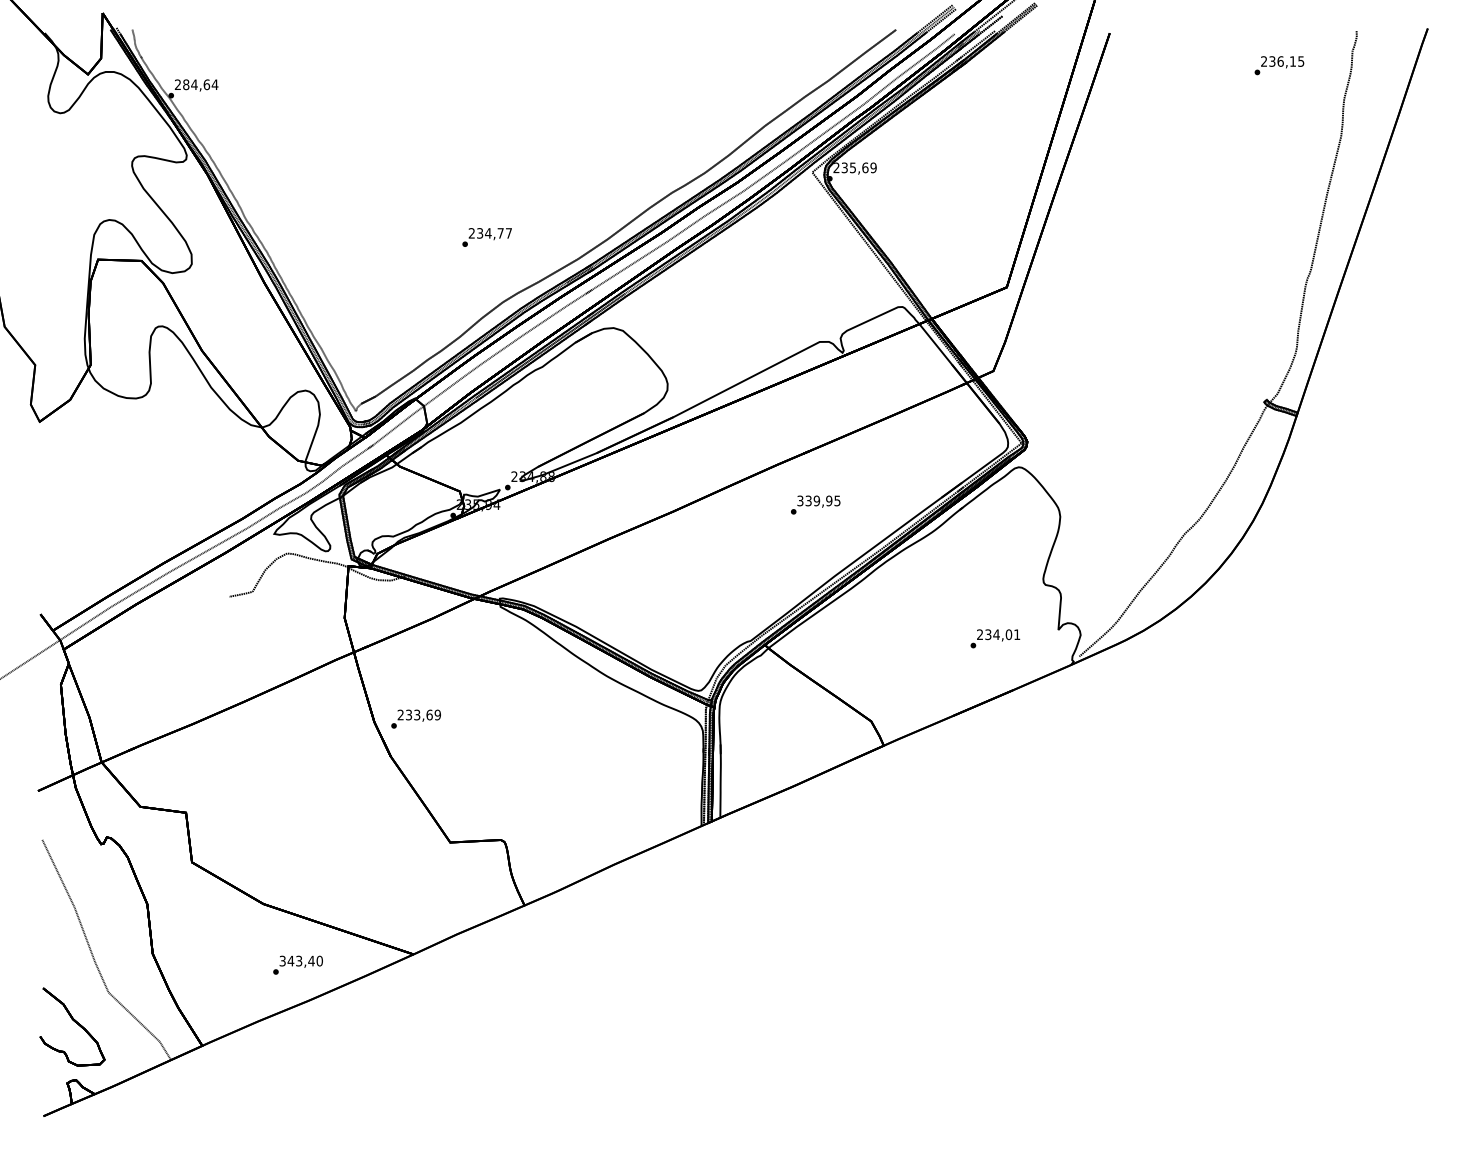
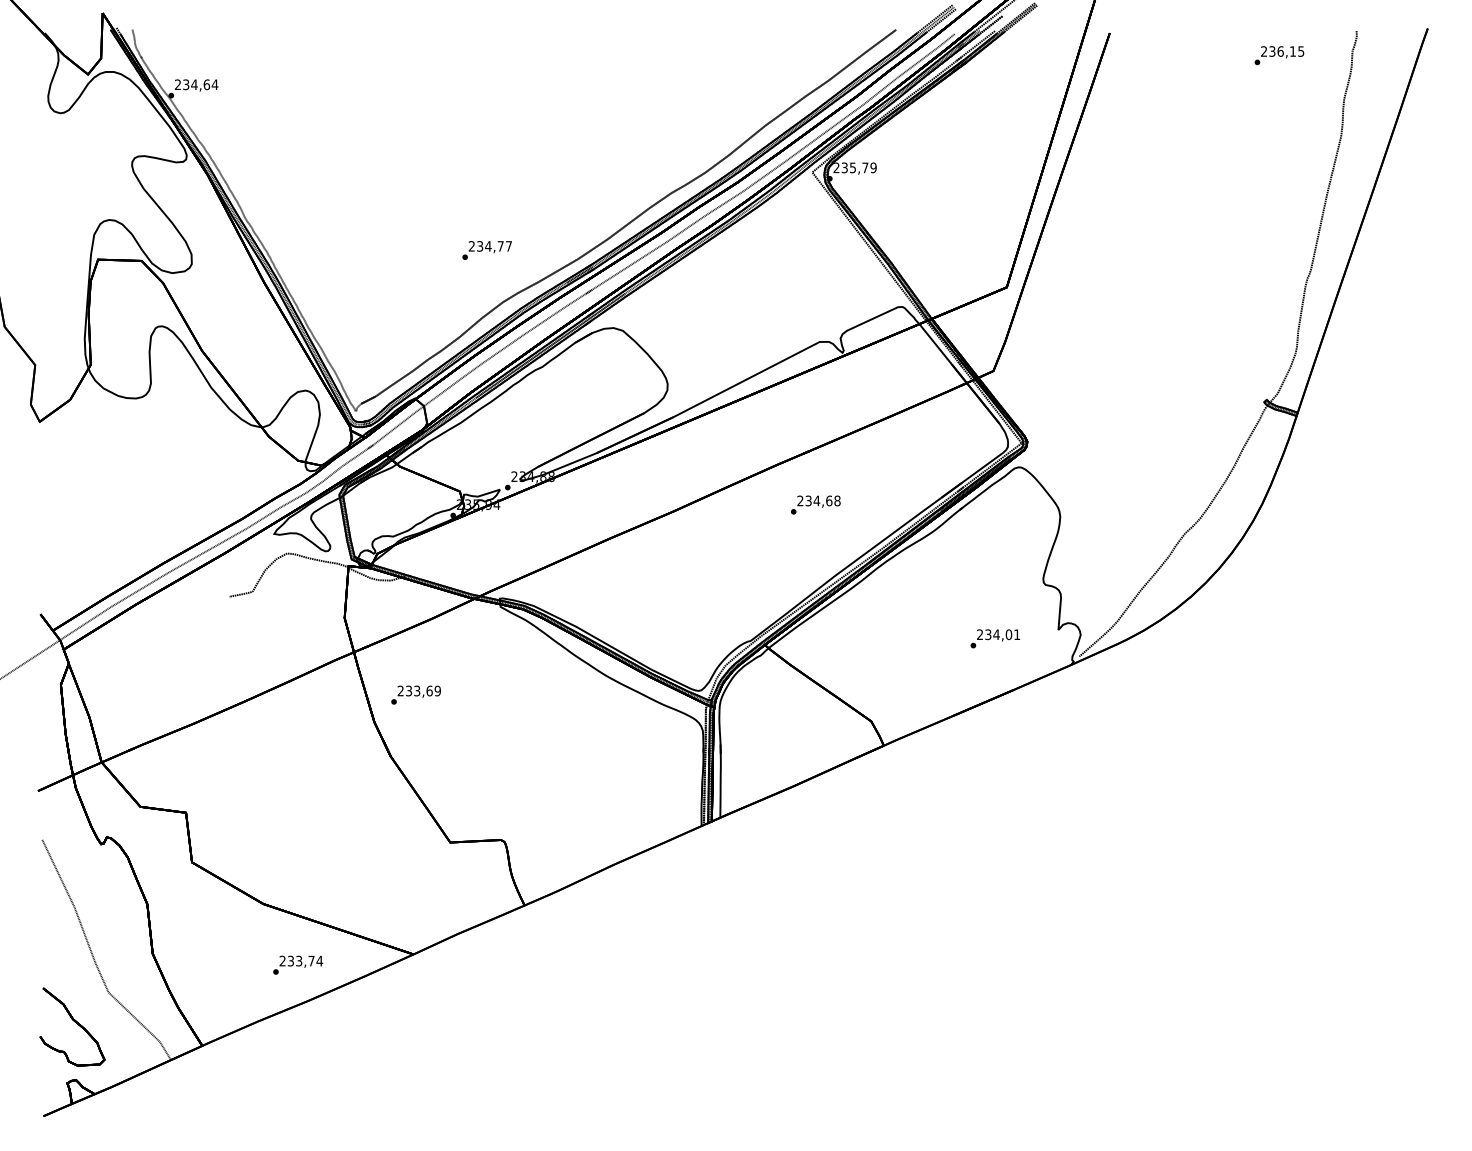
text at (1279, 65) position: (1279, 65) -> (1279, 55)
text at (186, 84): 284,64 -> 234,64
text at (865, 167): 235,69 -> 235,79
text at (486, 237) position: (486, 237) -> (486, 250)
text at (818, 500): 339,95 -> 234,68
text at (415, 718) position: (415, 718) -> (415, 694)
text at (301, 960): 343,40 -> 233,74
